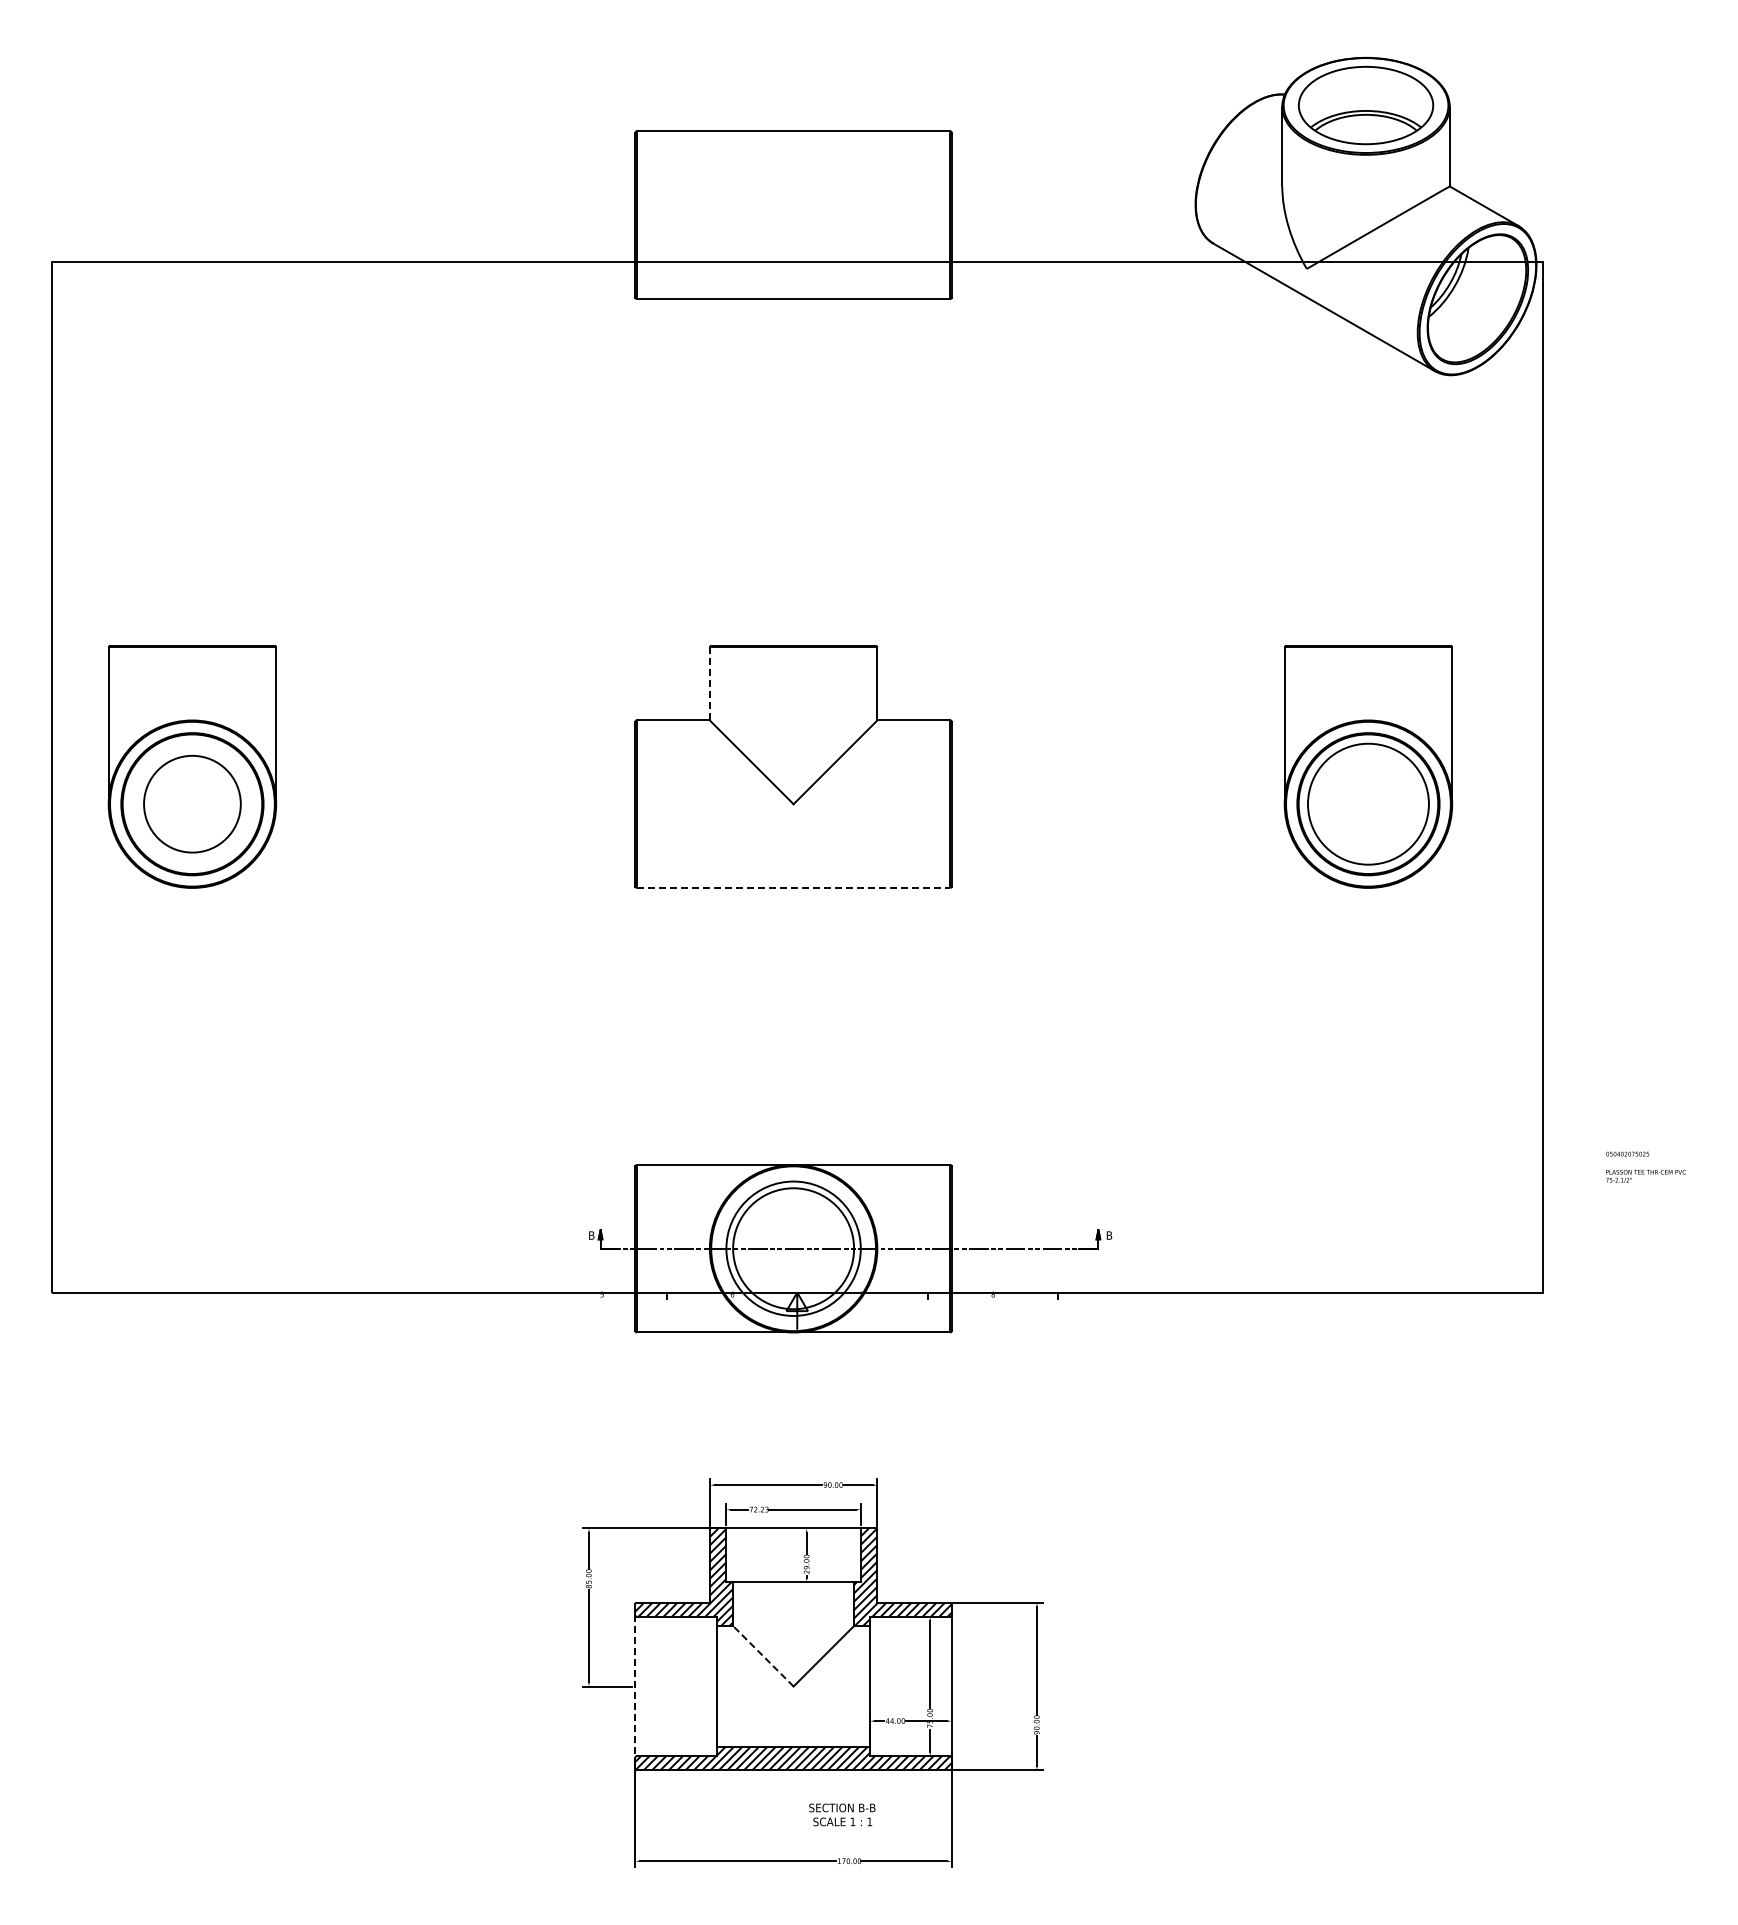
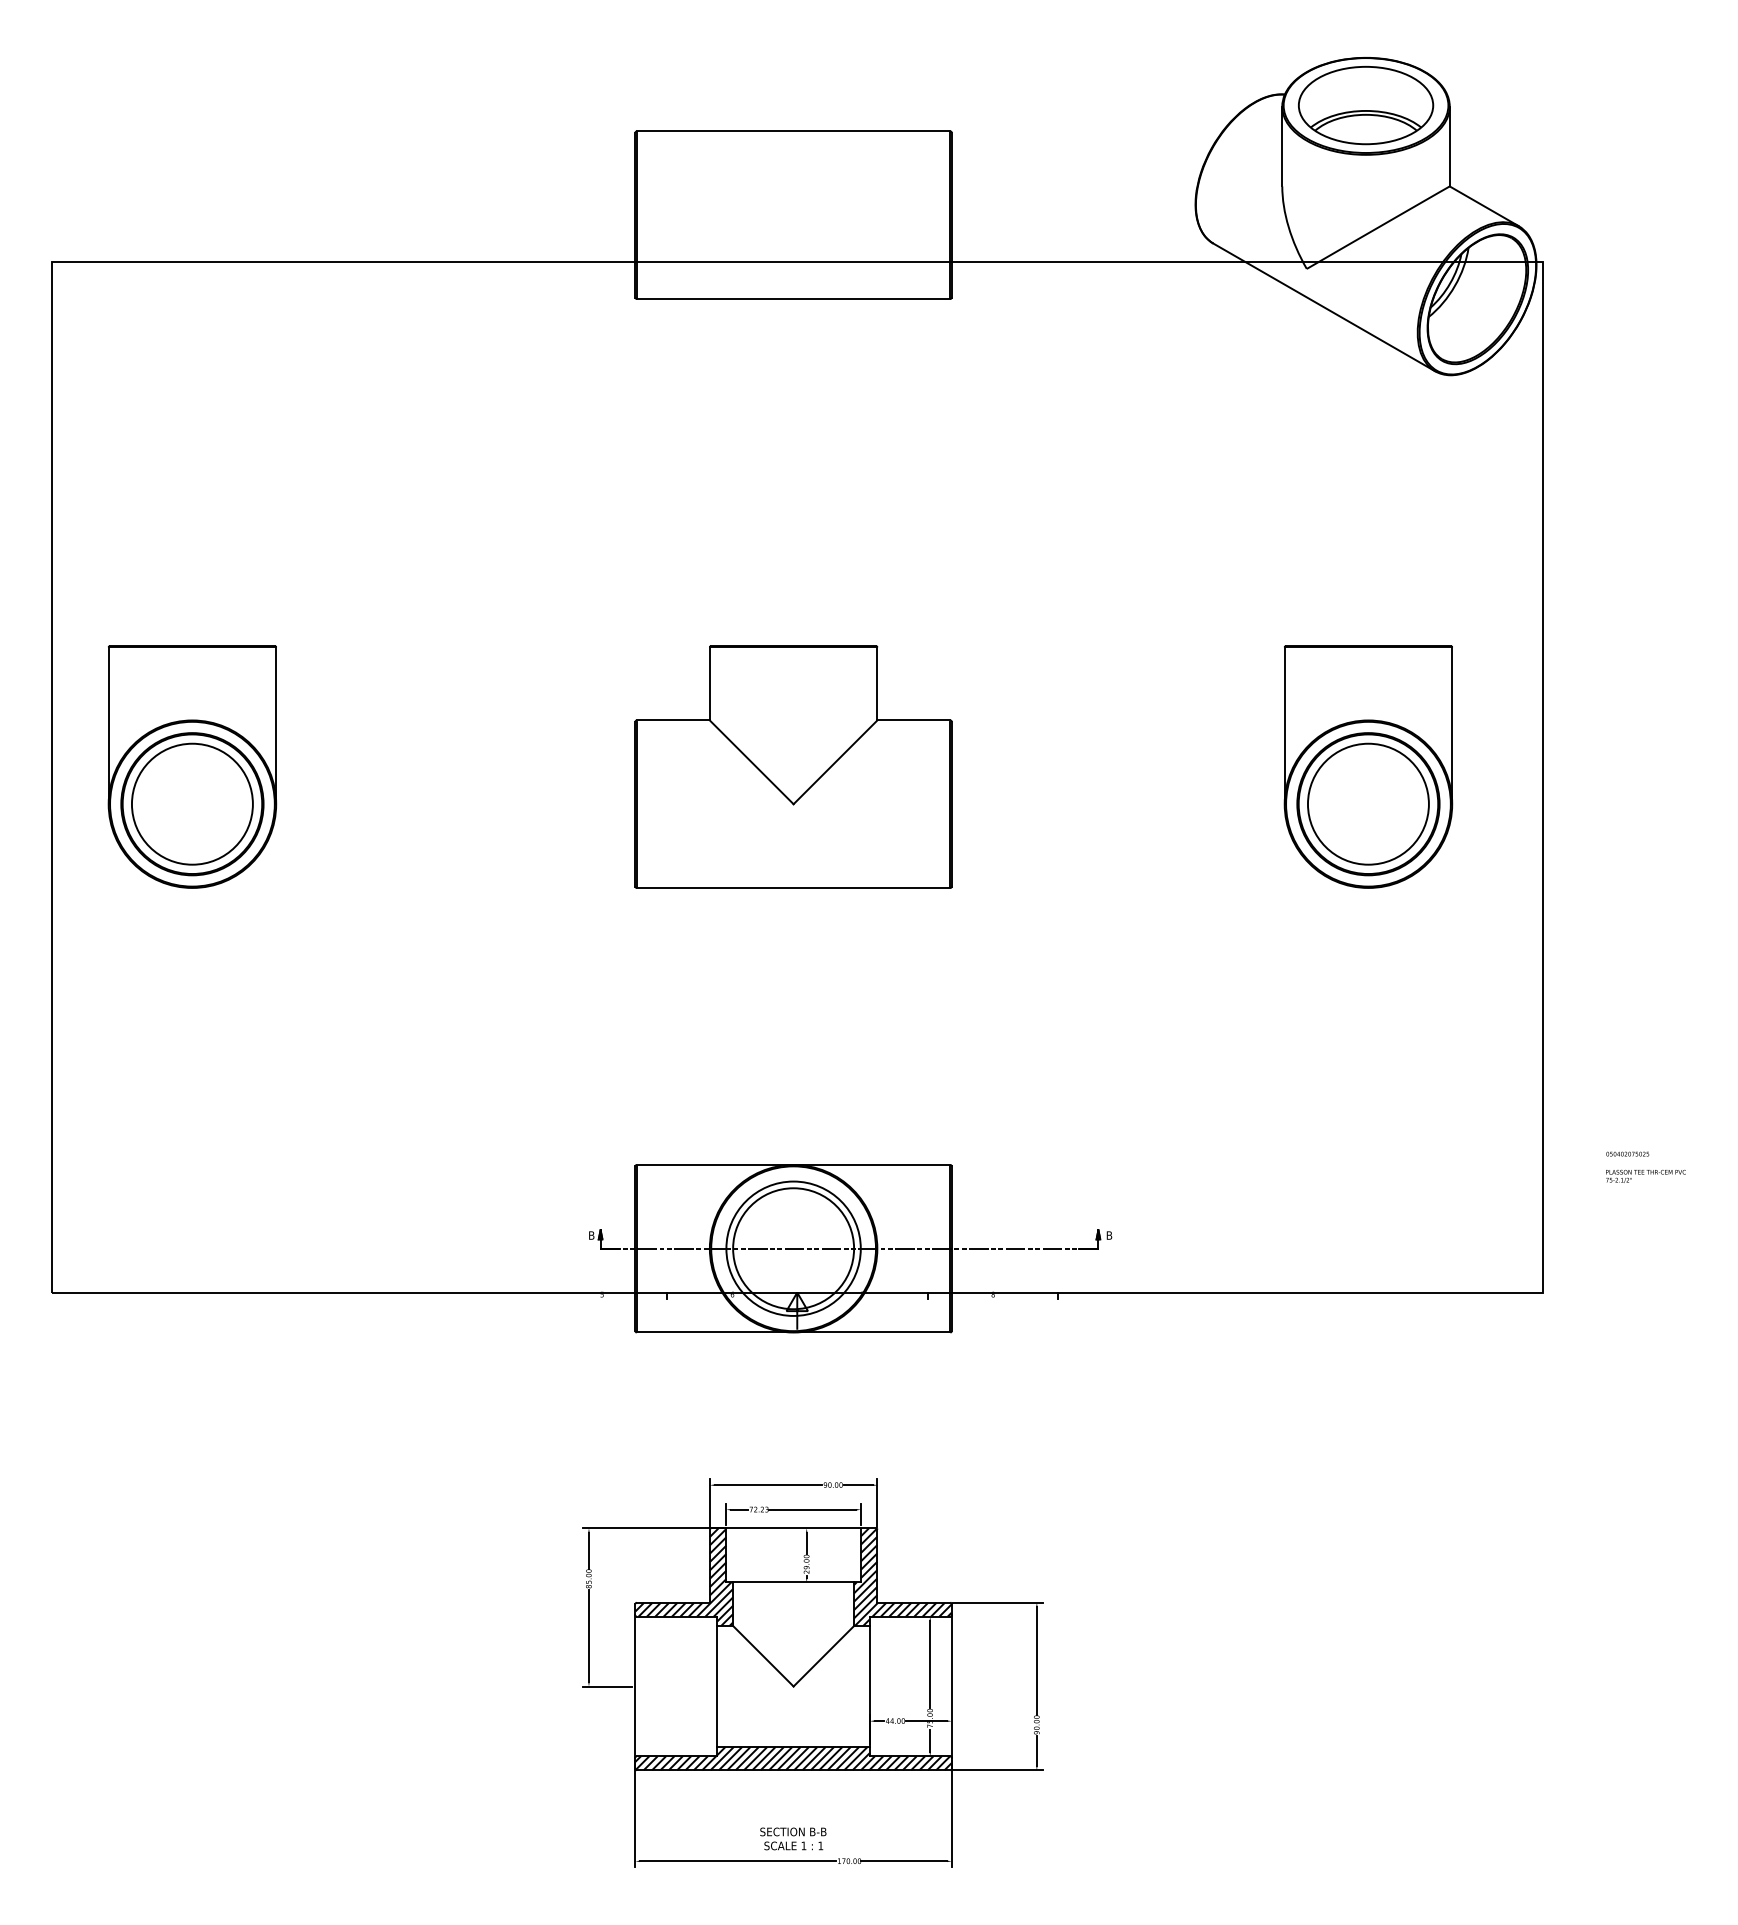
line at (709, 683): dashed -> solid
circle at (192, 803) diameter: 97 px -> 121 px
line at (793, 887): dashed -> solid
line at (763, 1656): dashed -> solid
line at (635, 1687): dashed -> solid
text at (842, 1814) position: (842, 1814) -> (793, 1838)
